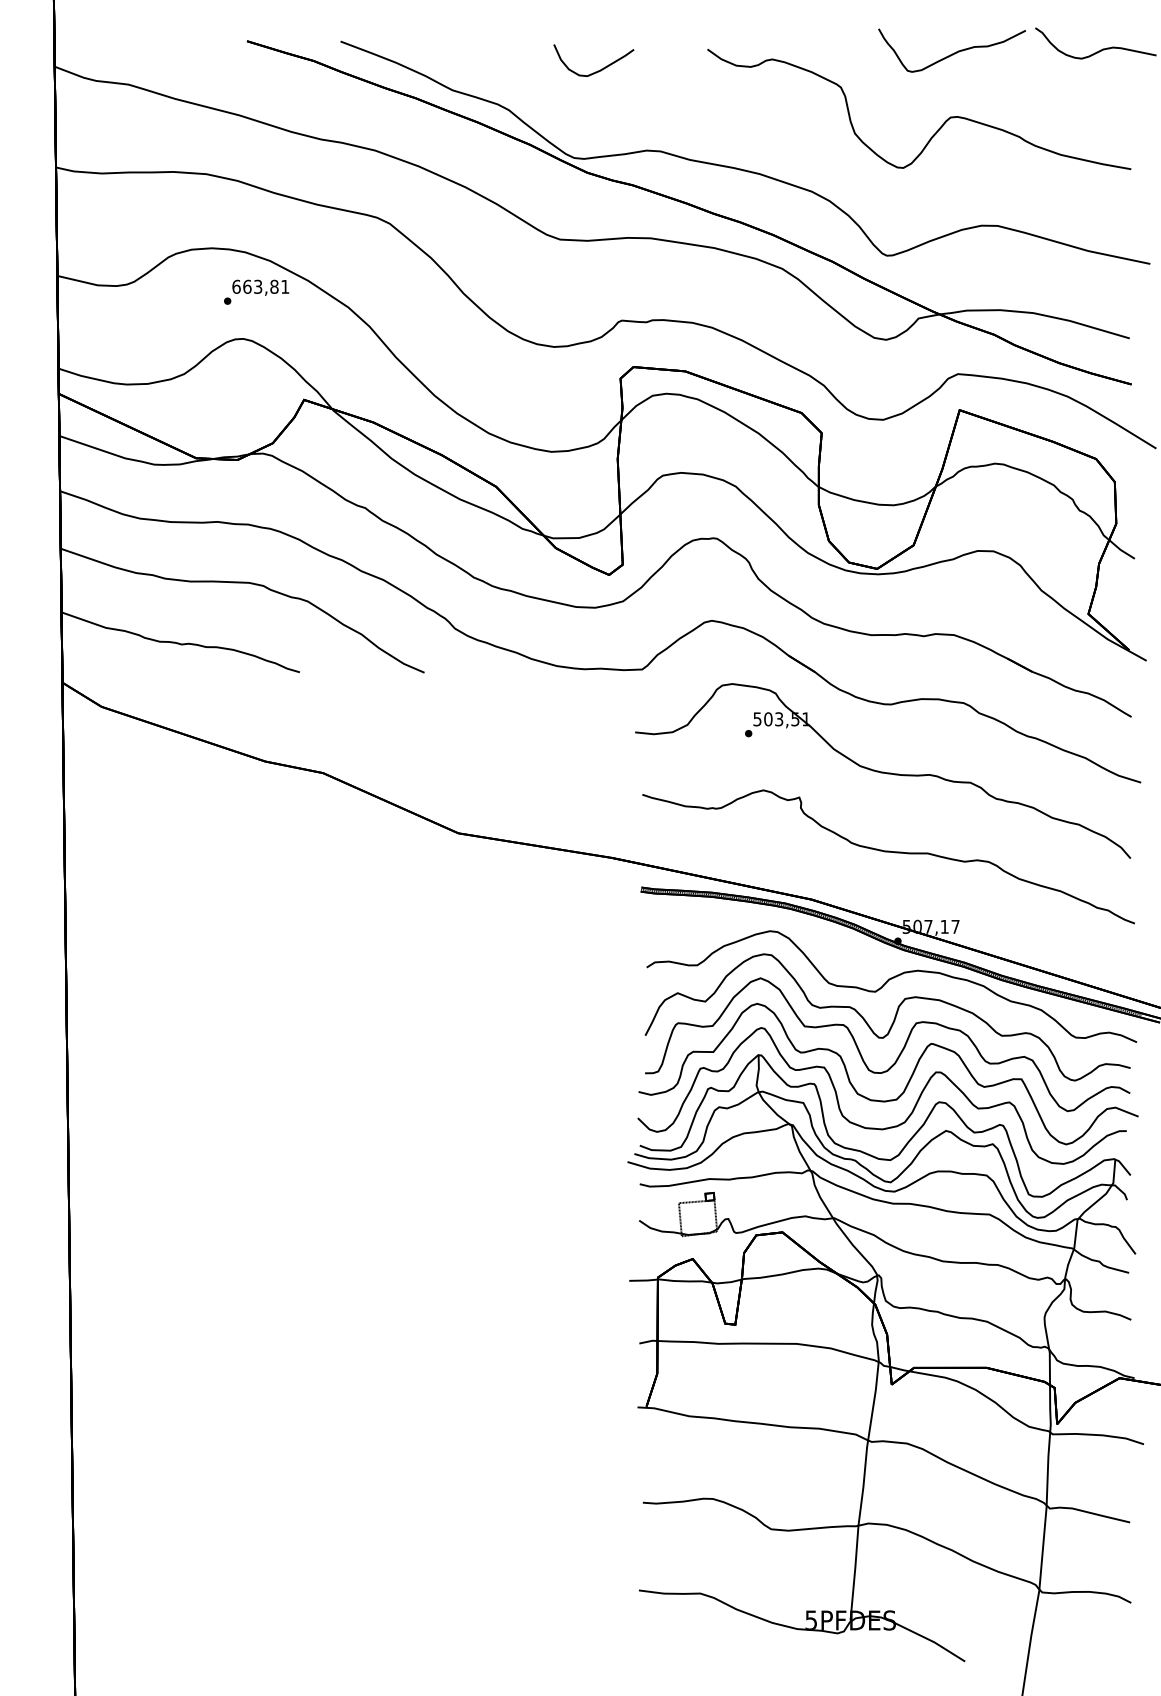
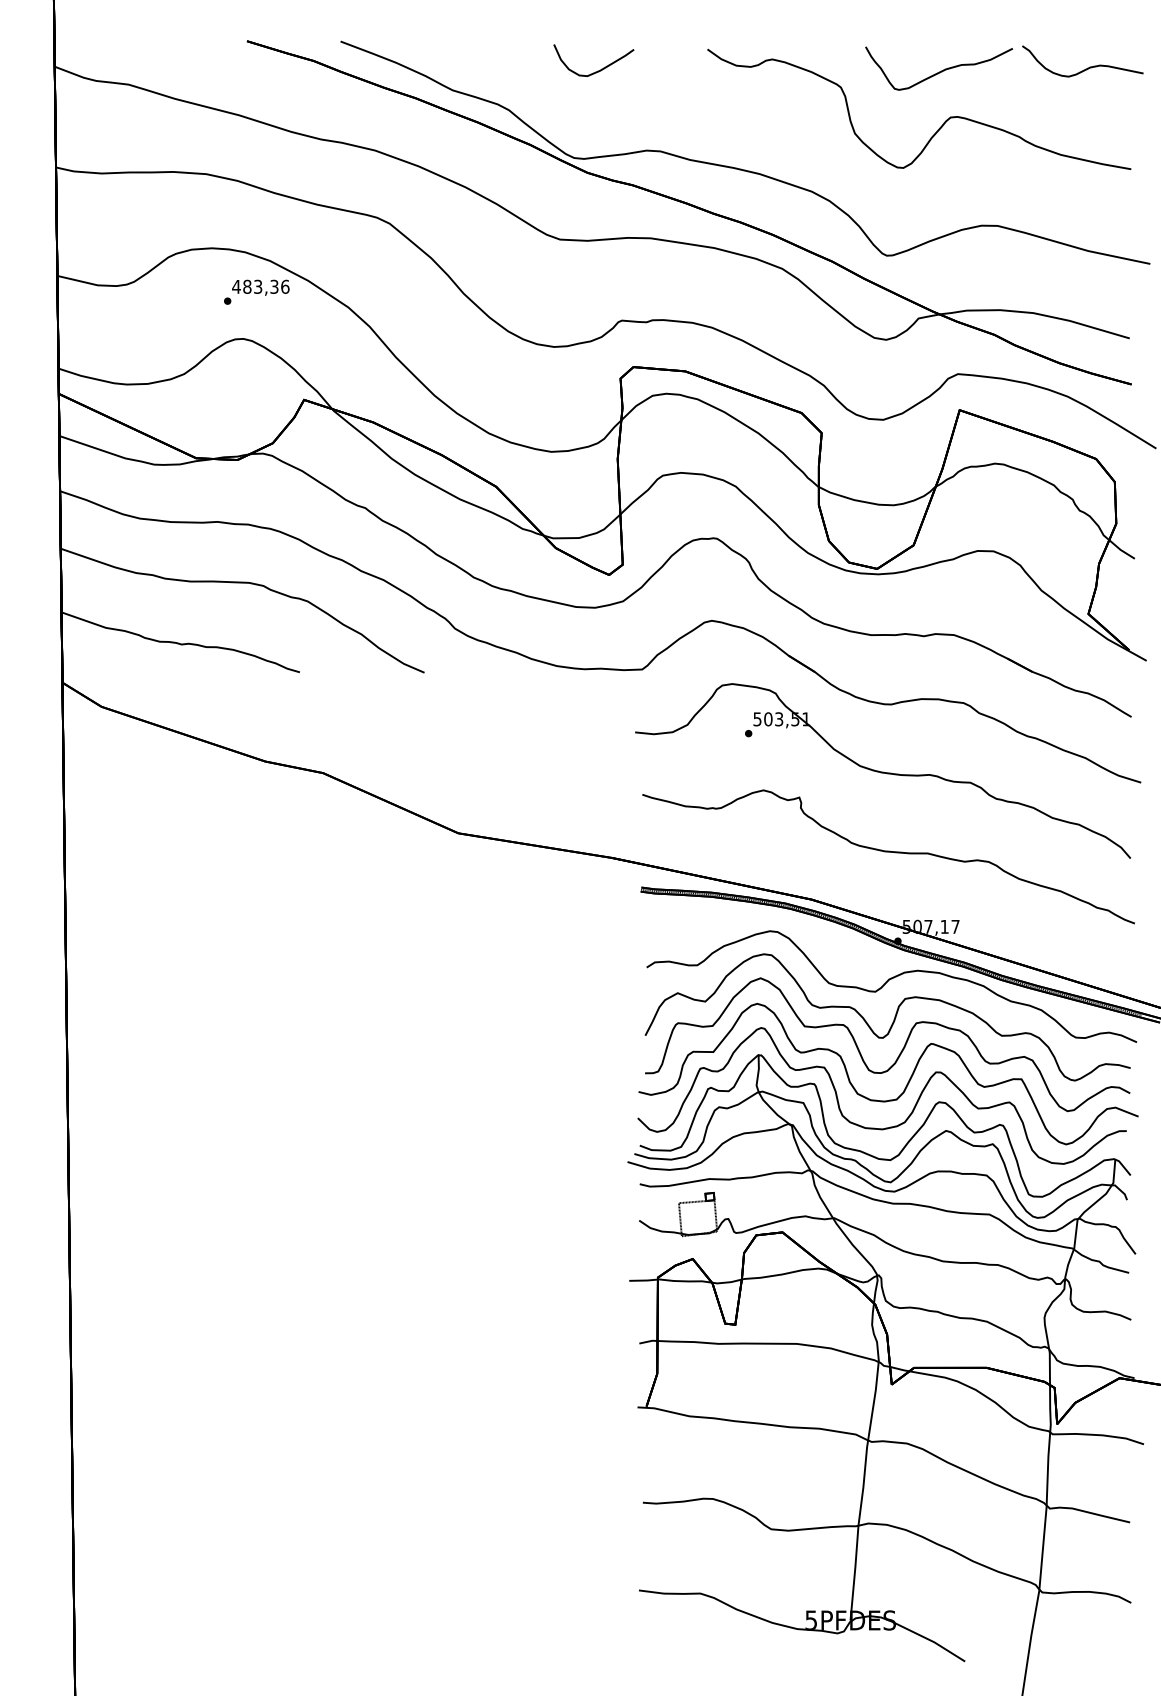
part at (1012, 38) position: (1012, 38) -> (999, 56)
text at (260, 286): 663,81 -> 483,36
